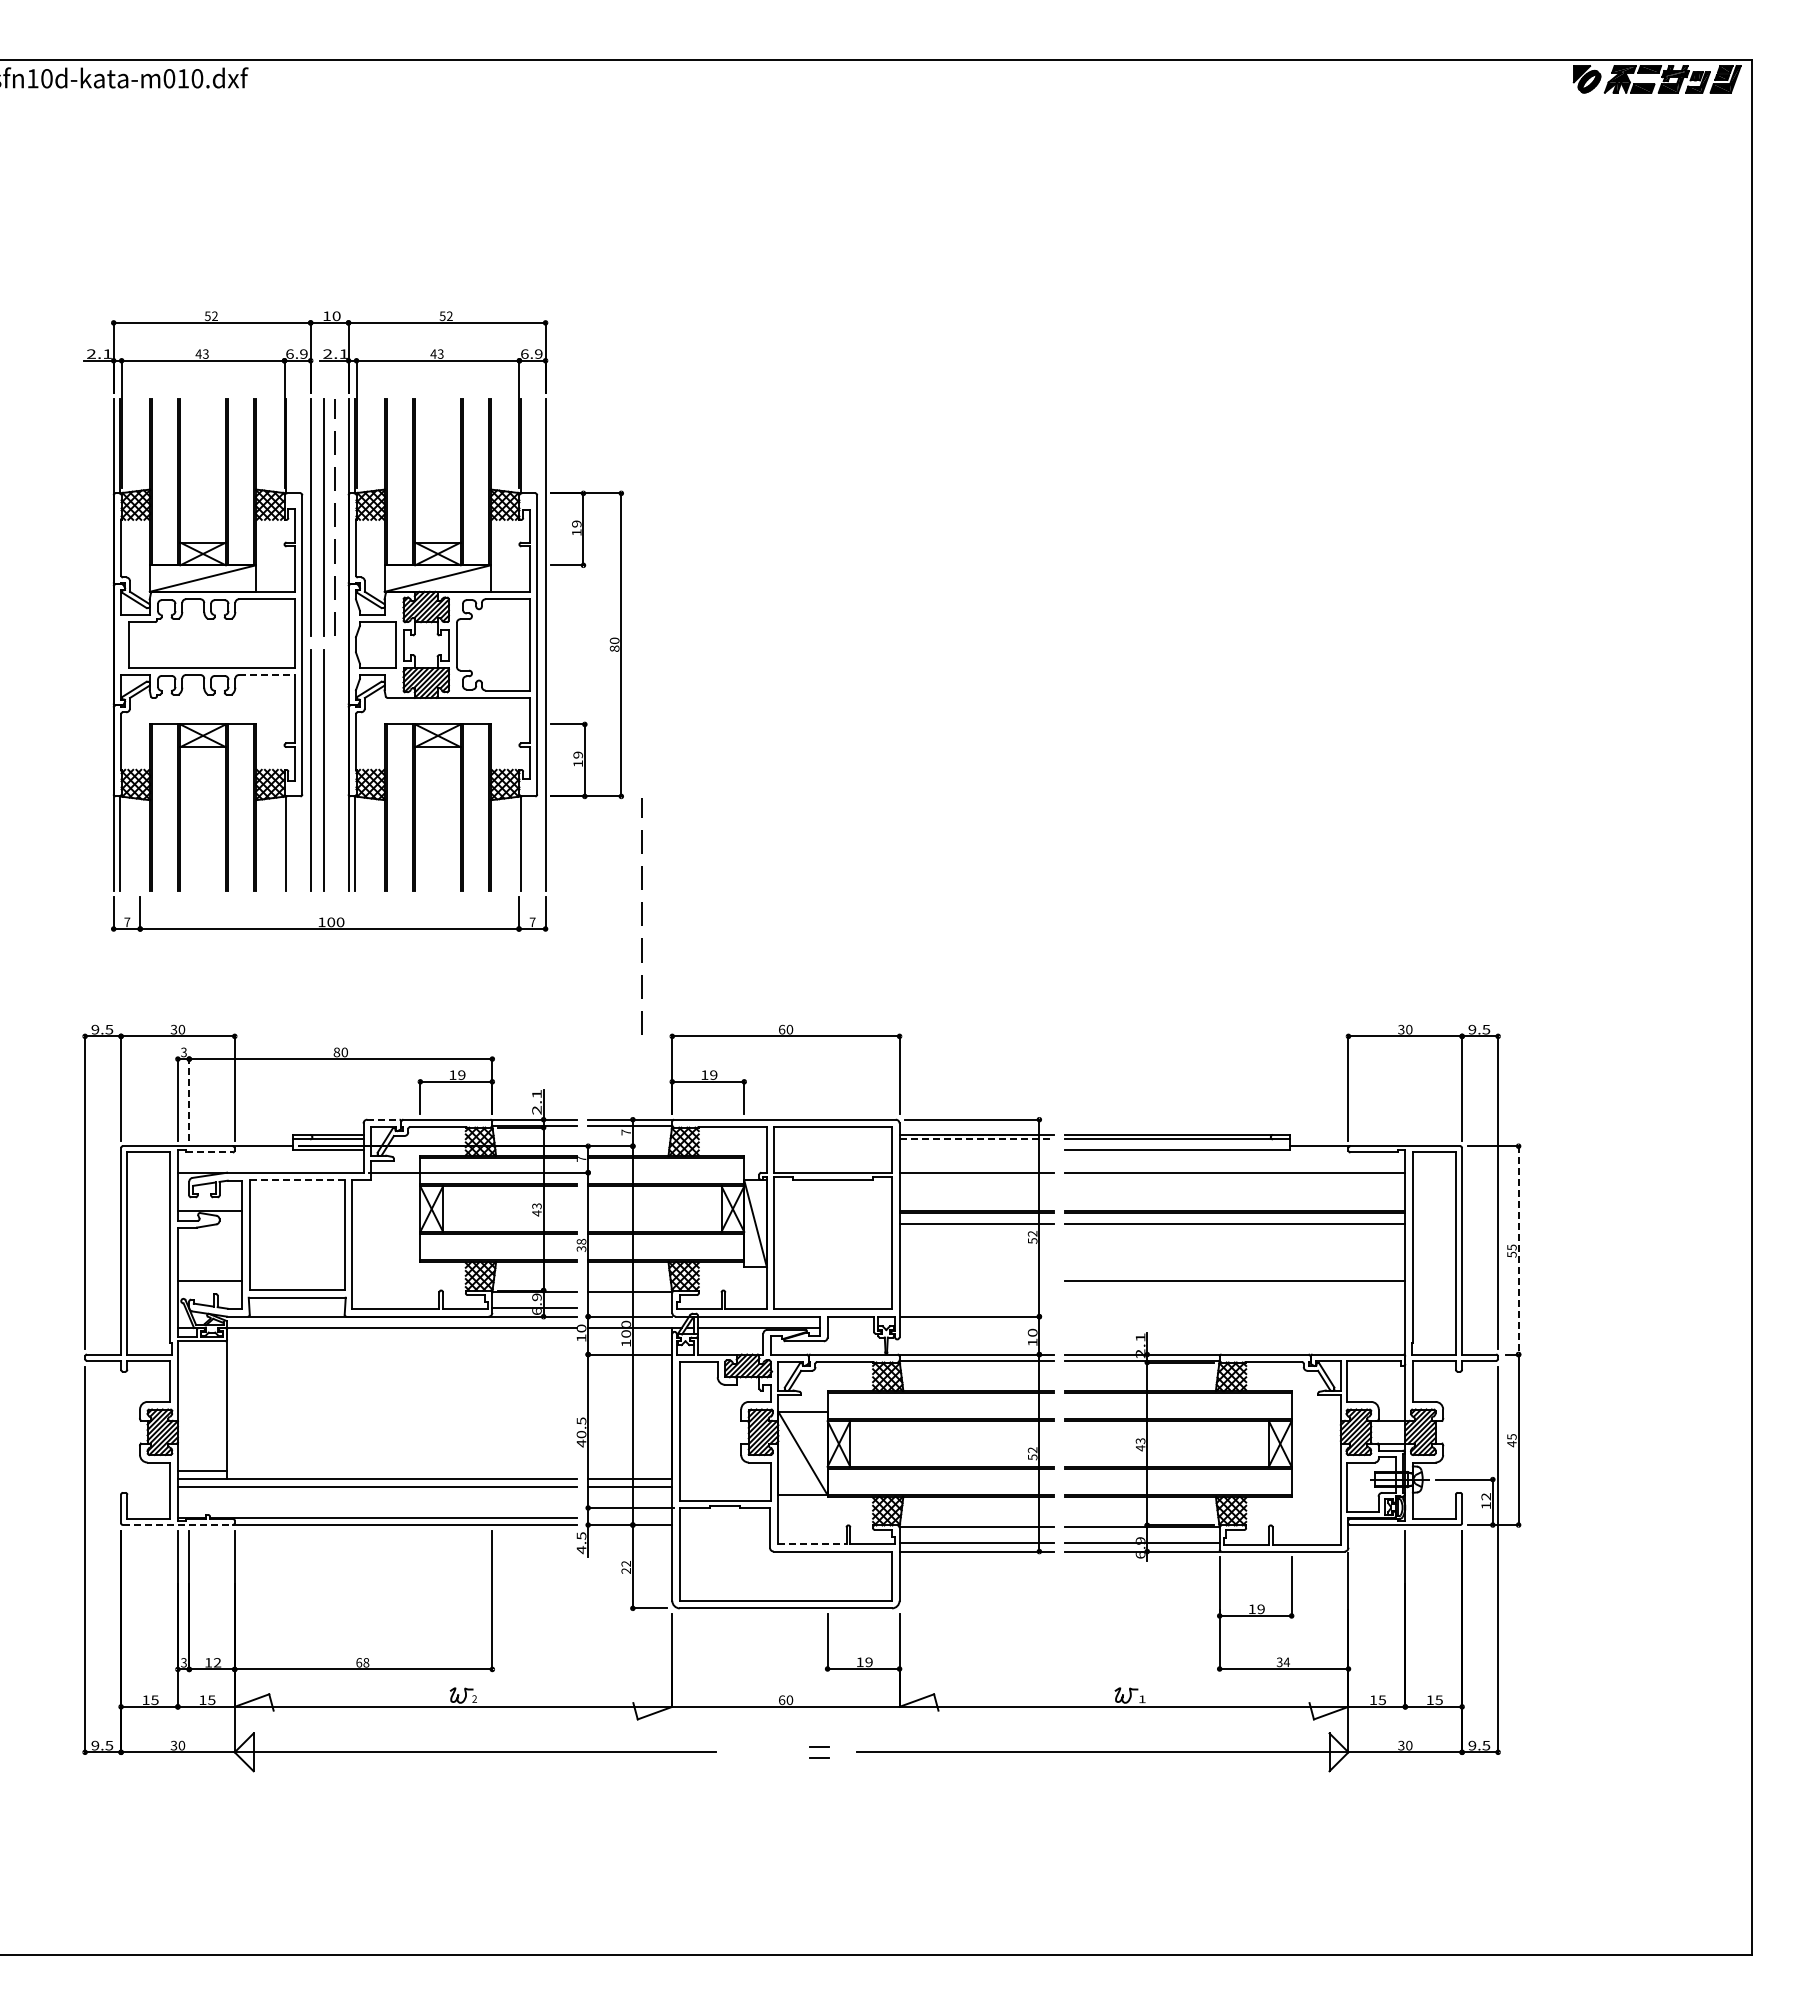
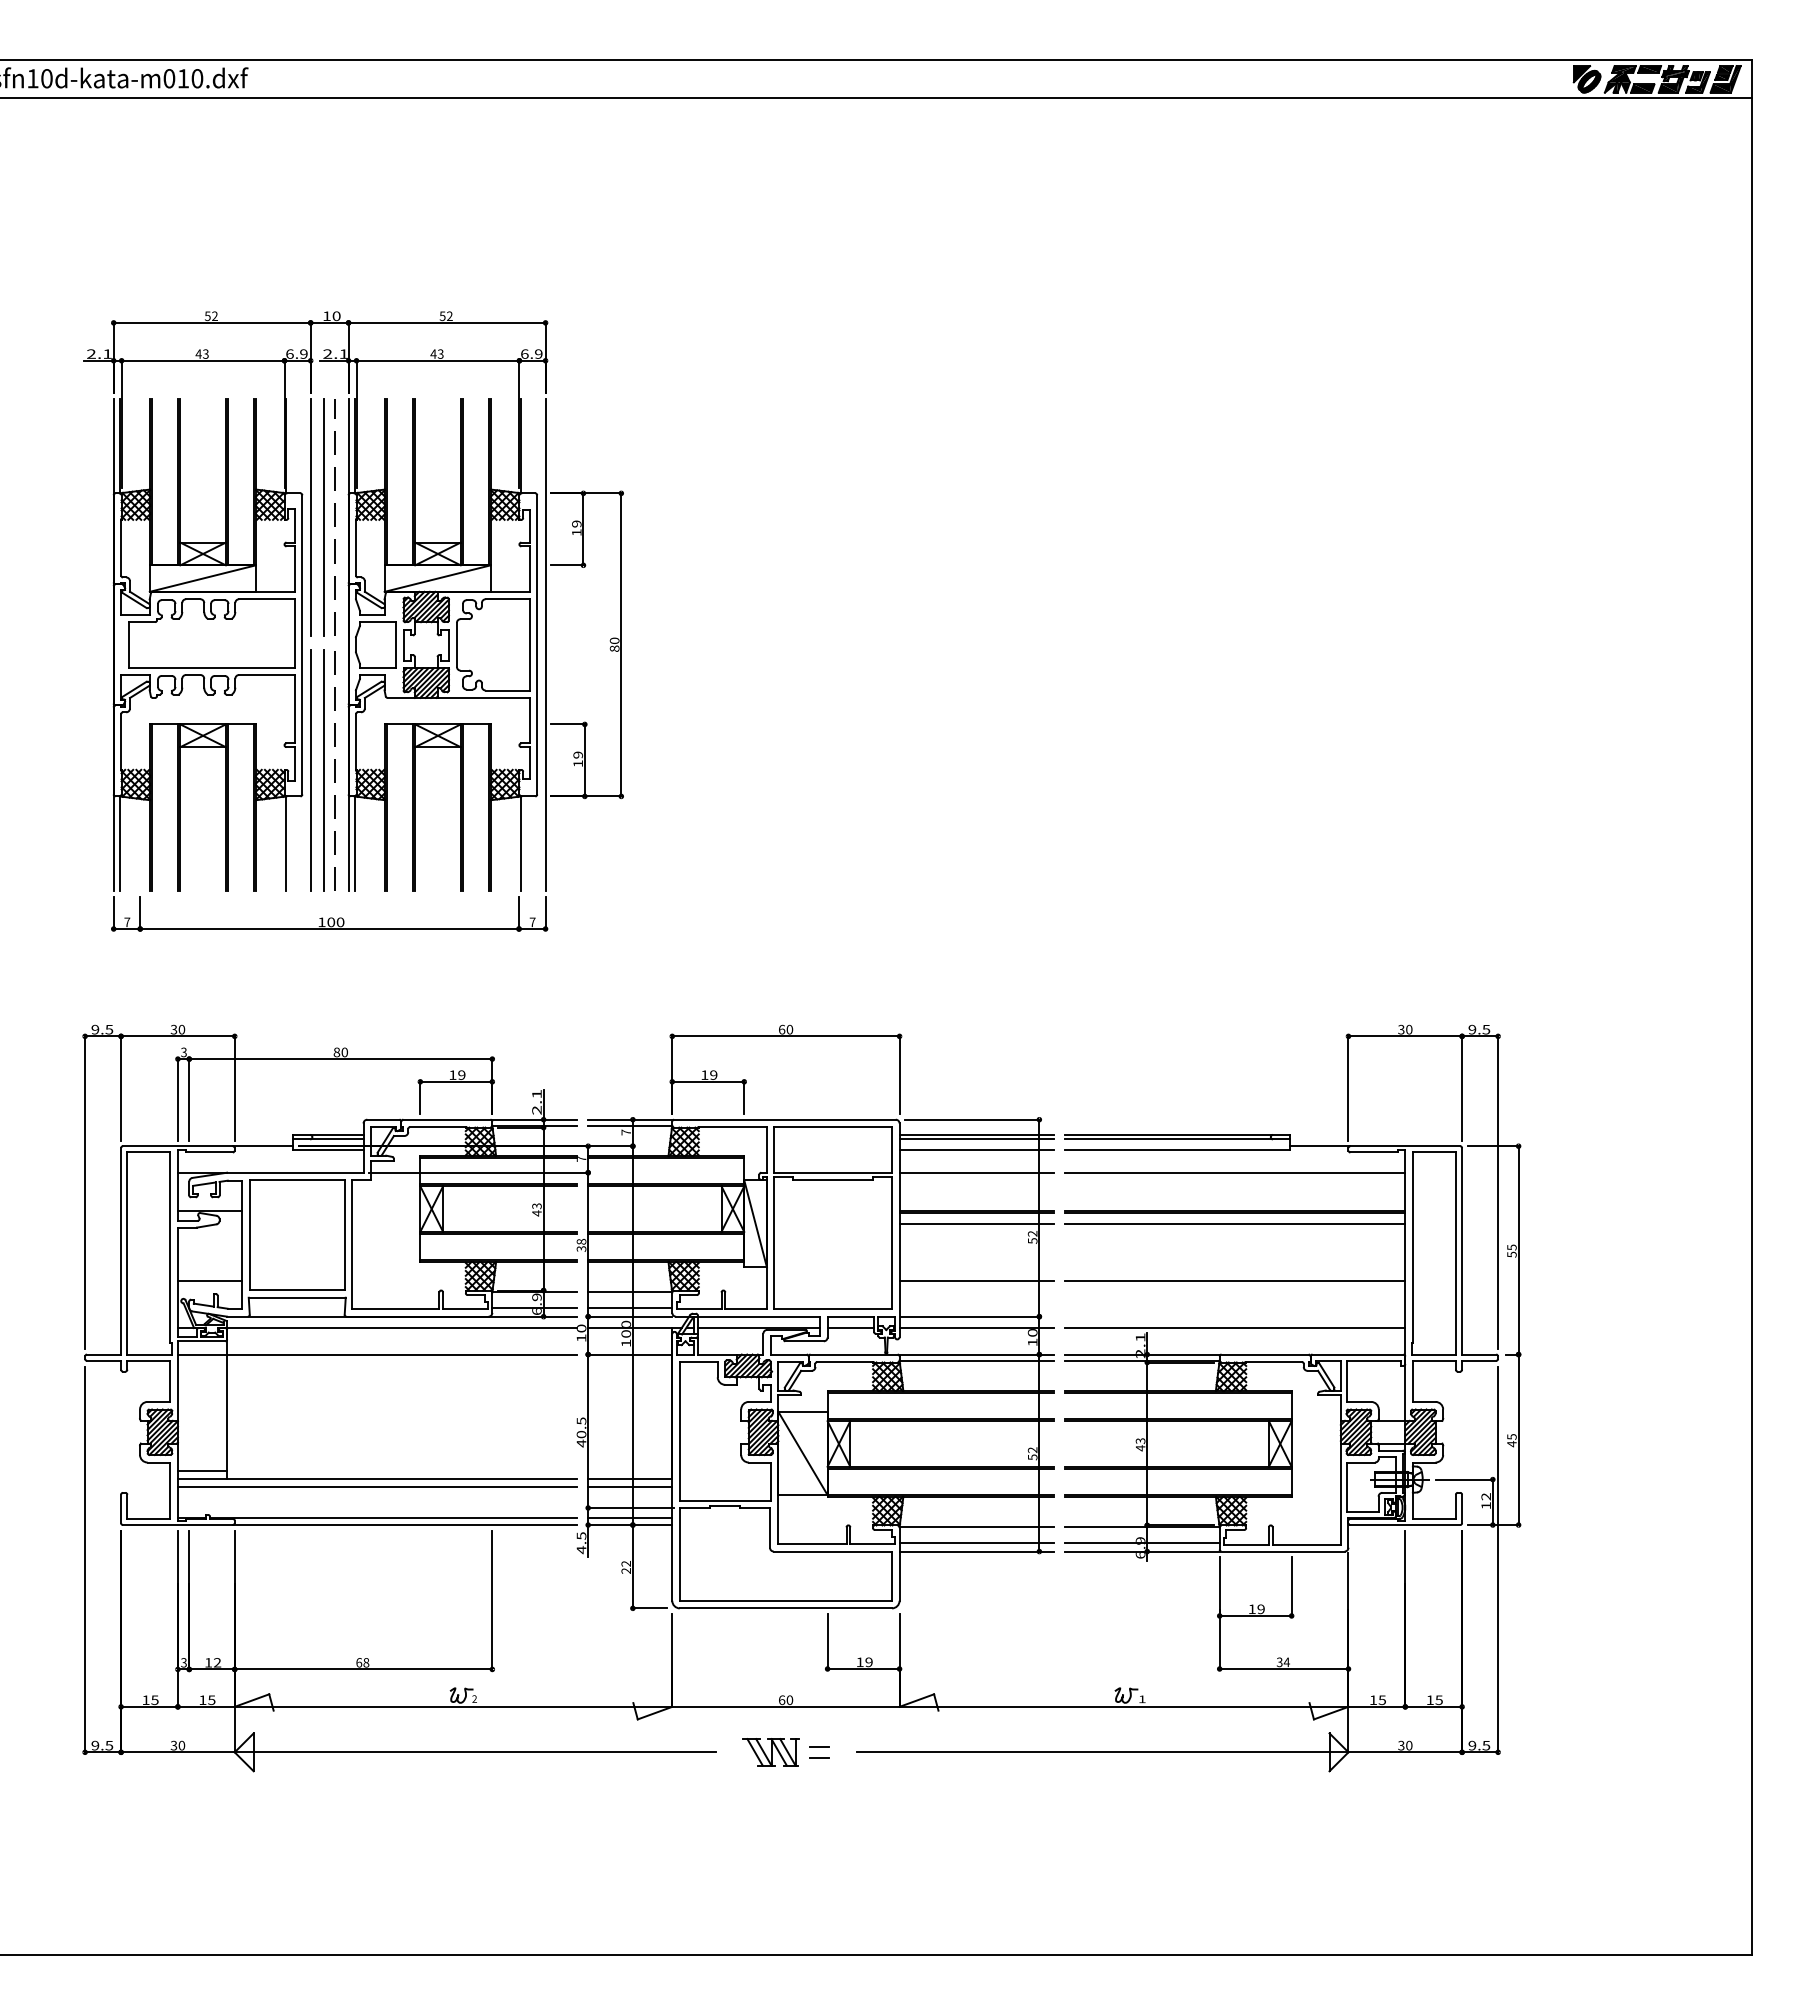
line at (877, 98): none -> present
line at (267, 675): dashed -> solid
line at (334, 770): none -> present
line at (641, 916): present -> none
line at (189, 1099): dashed -> solid
line at (383, 1119): dashed -> solid
line at (977, 1139): dashed -> solid
line at (976, 1150): none -> present
line at (209, 1152): dashed -> solid
line at (297, 1180): dashed -> solid
line at (1518, 1250): dashed -> solid
line at (976, 1280): none -> present
line at (629, 1308): none -> present
line at (850, 1328): none -> present
line at (976, 1328): none -> present
line at (1235, 1328): none -> present
line at (376, 1354): none -> present
line at (629, 1518): none -> present
line at (177, 1525): dashed -> solid
line at (812, 1544): dashed -> solid
part at (770, 1752): none -> present
